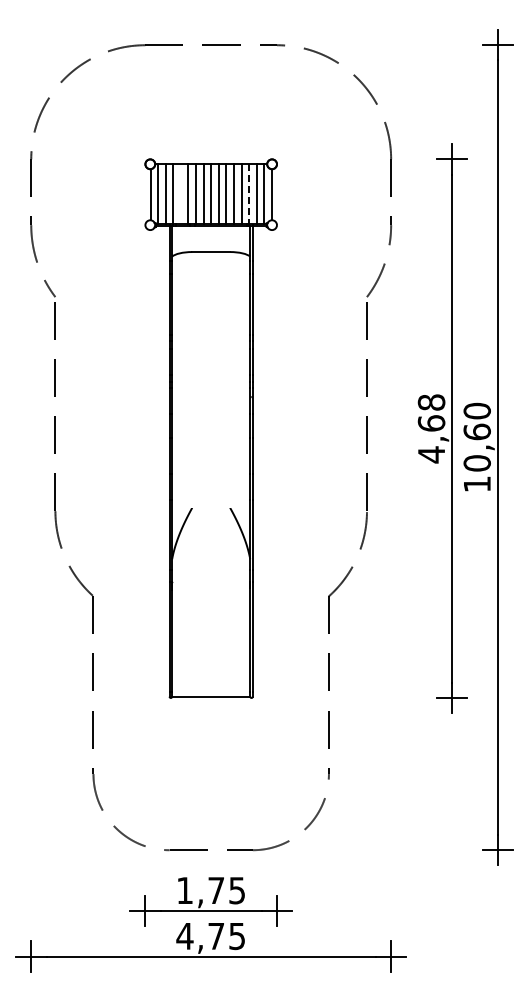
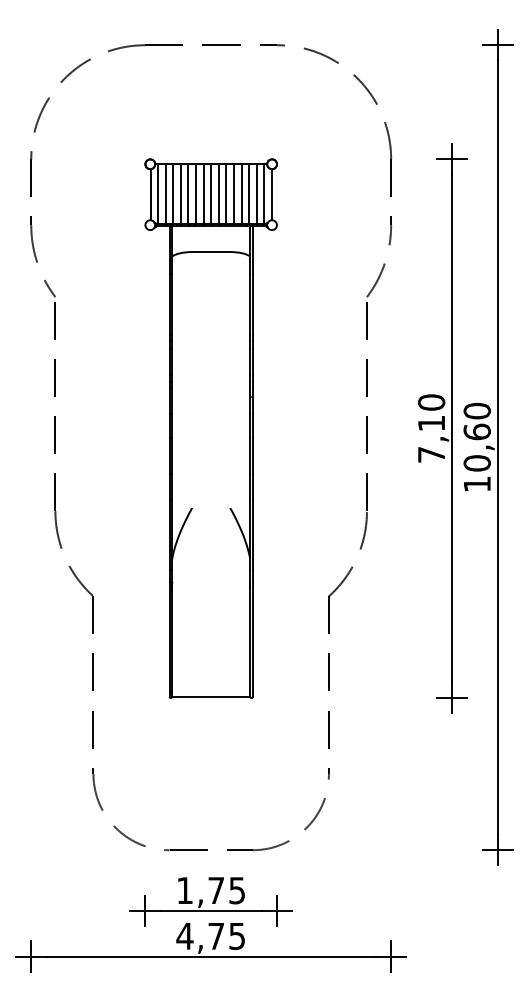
line at (180, 193): none -> present
line at (249, 194): dashed -> solid
text at (431, 428): 4,68 -> 7,10
